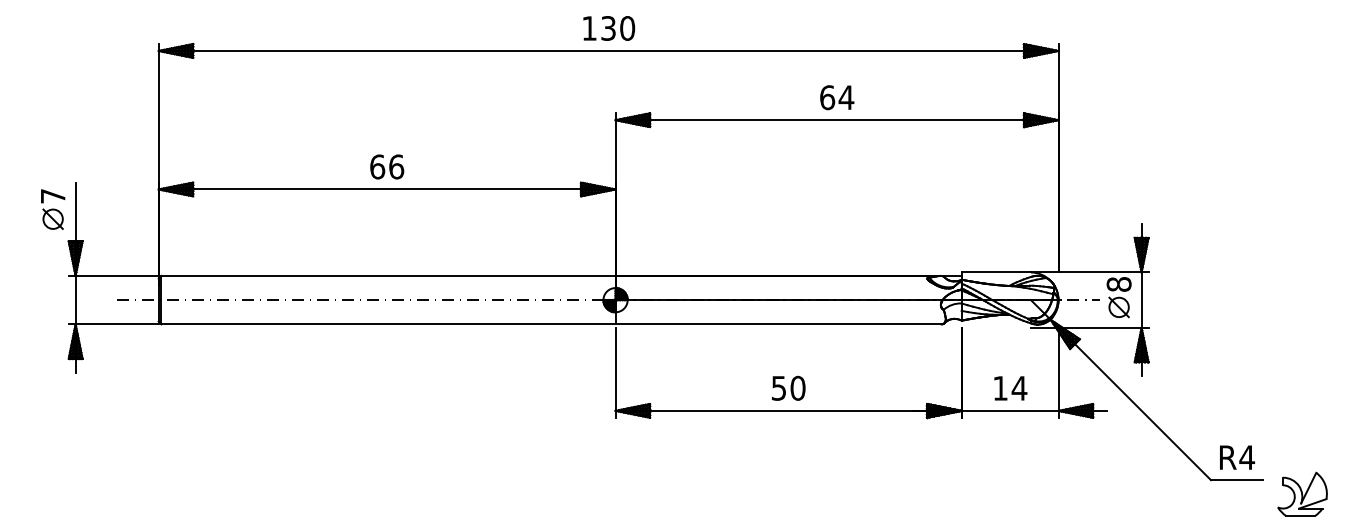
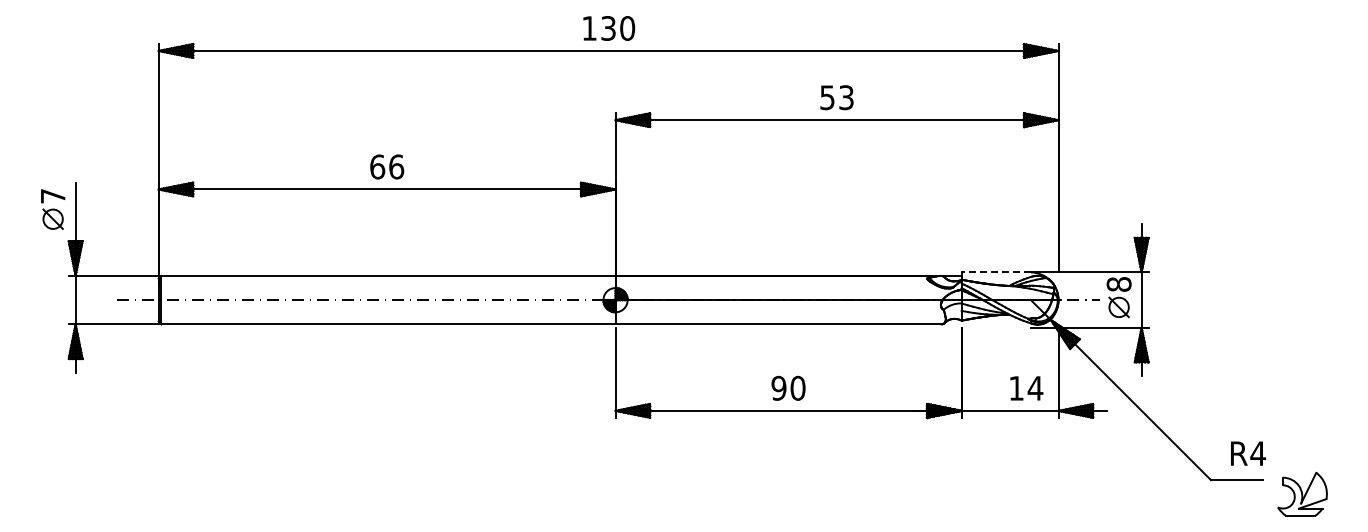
text at (837, 97): 64 -> 53
line at (996, 272): solid -> dashed
text at (778, 387): 50 -> 90
text at (1010, 388) position: (1010, 388) -> (1026, 388)
text at (1237, 457) position: (1237, 457) -> (1248, 453)
